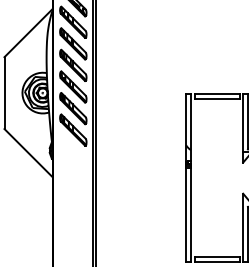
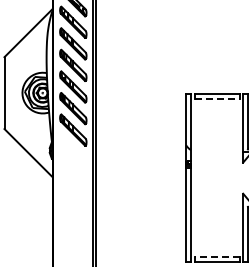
line at (217, 99): solid -> dashed
line at (217, 257): solid -> dashed
